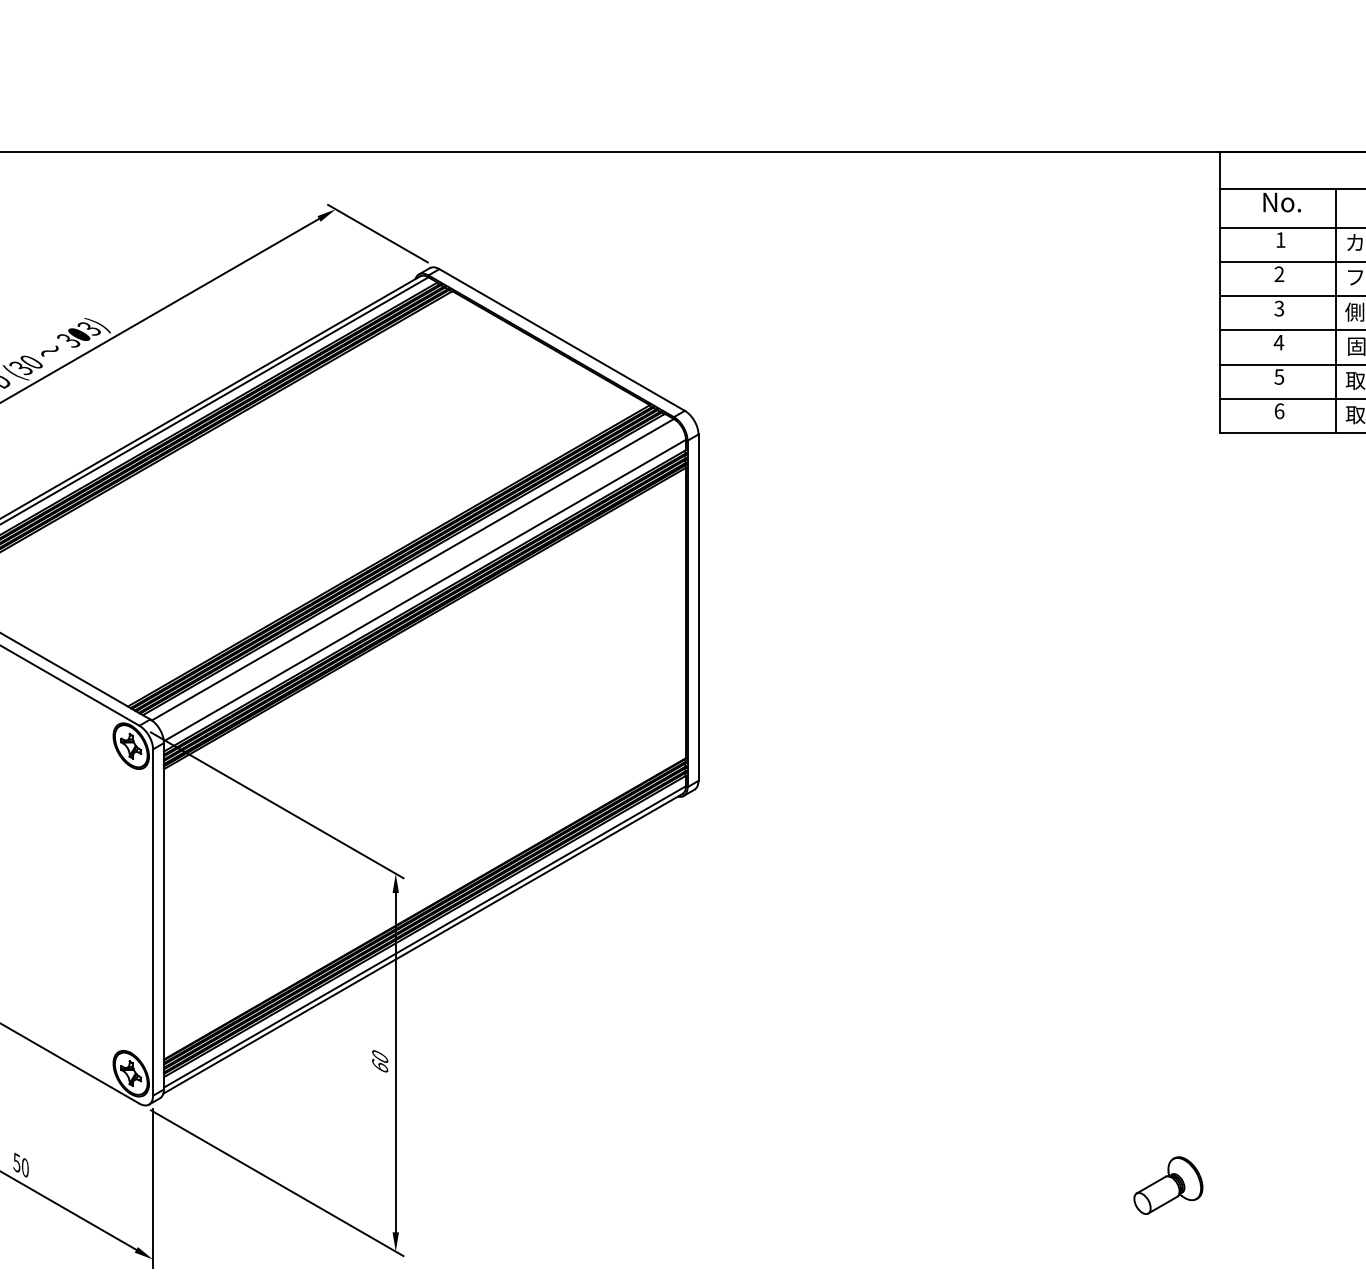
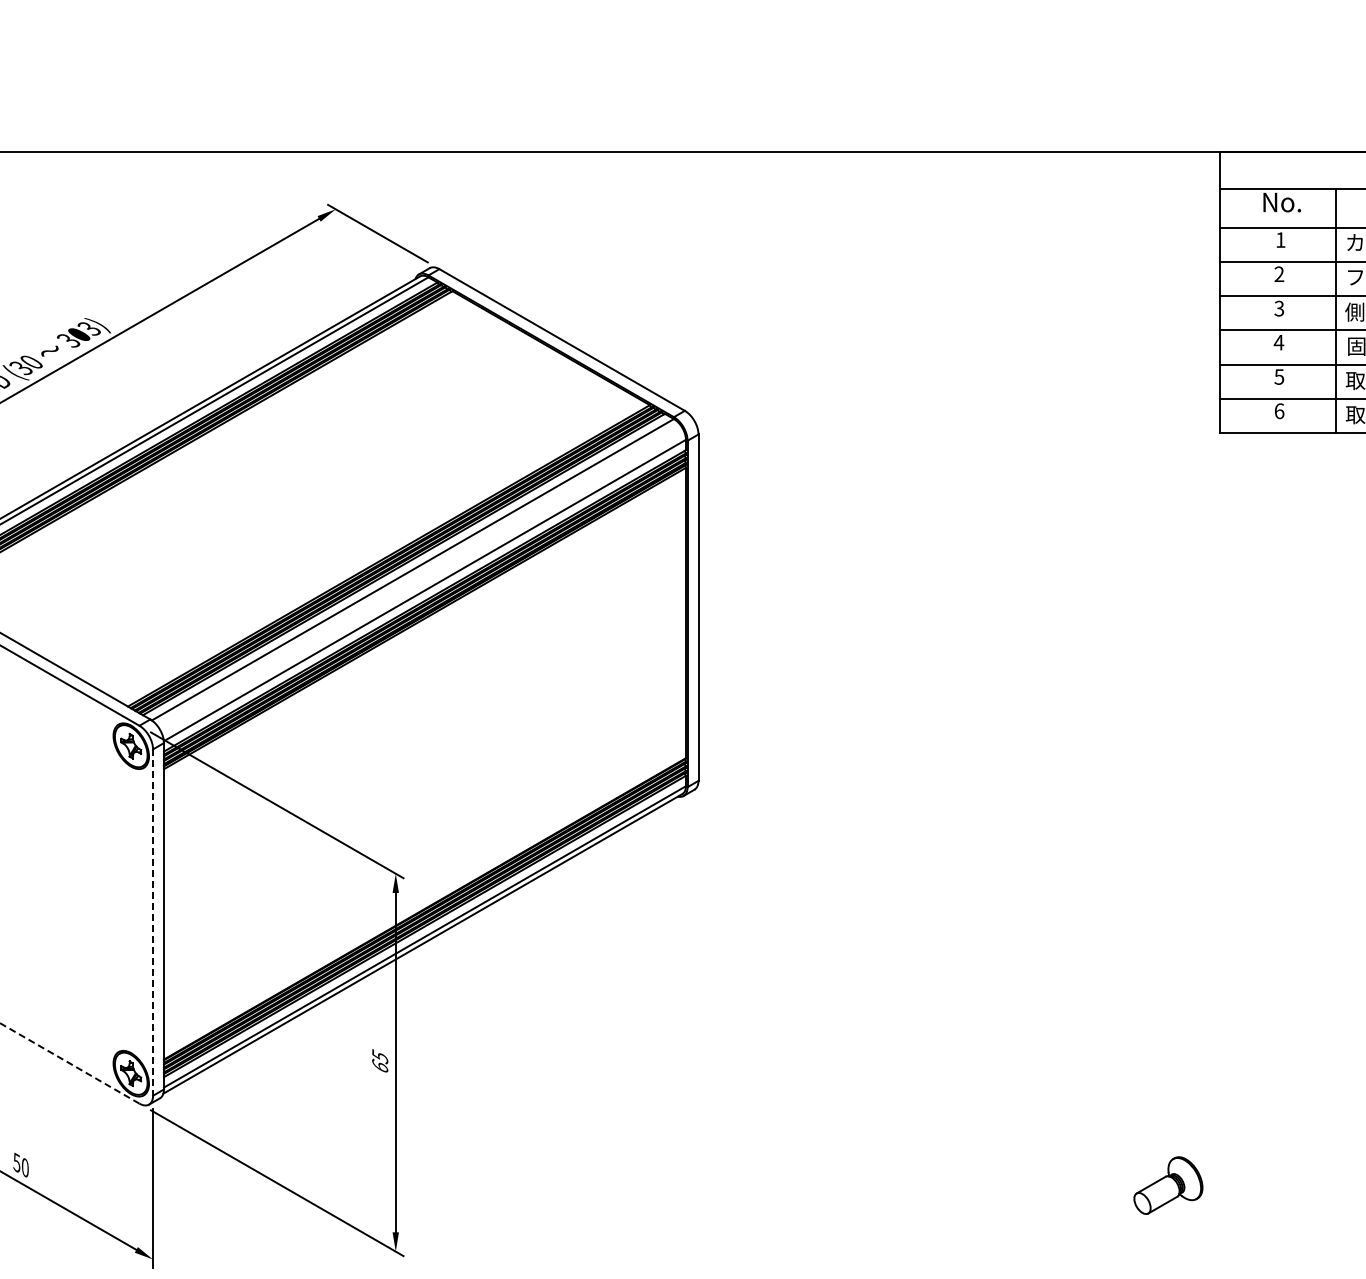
line at (153, 923): solid -> dashed
text at (380, 1056): 60 -> 65
line at (69, 1063): solid -> dashed
